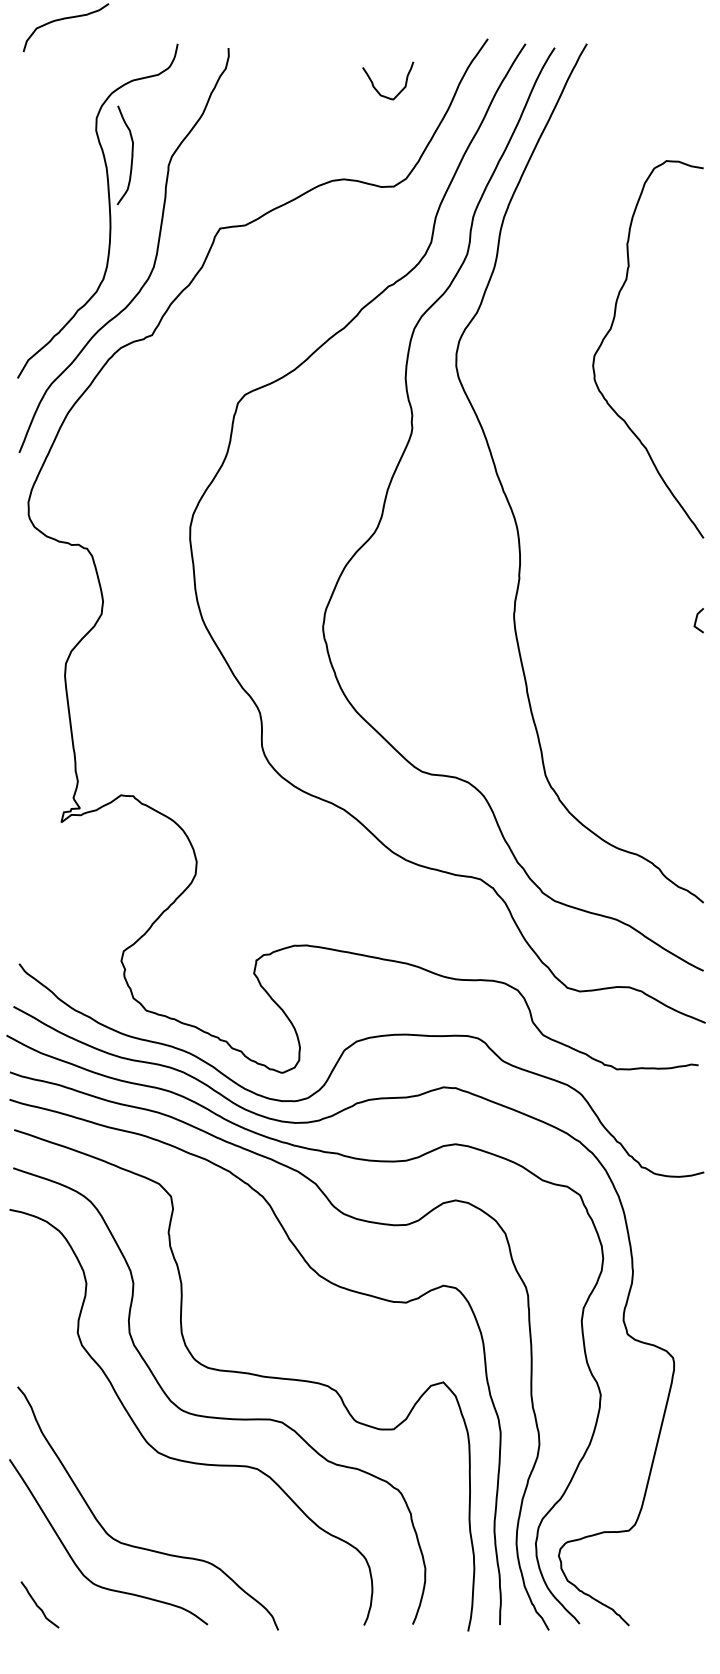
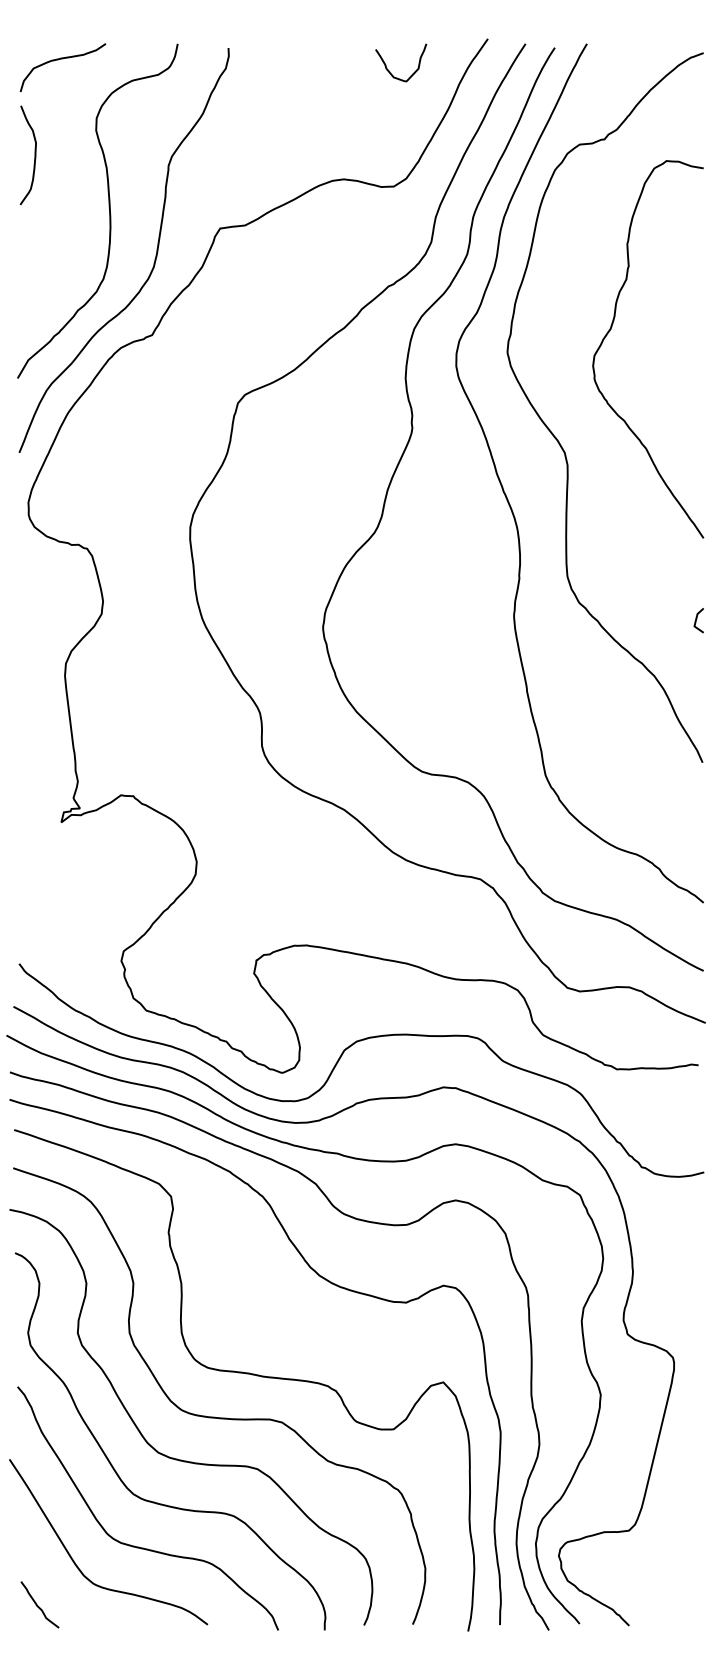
curve at (65, 19) position: (65, 19) -> (62, 59)
curve at (377, 89) position: (377, 89) -> (390, 71)
curve at (131, 155) position: (131, 155) -> (34, 155)
curve at (557, 438): none -> present
curve at (119, 1475): none -> present
